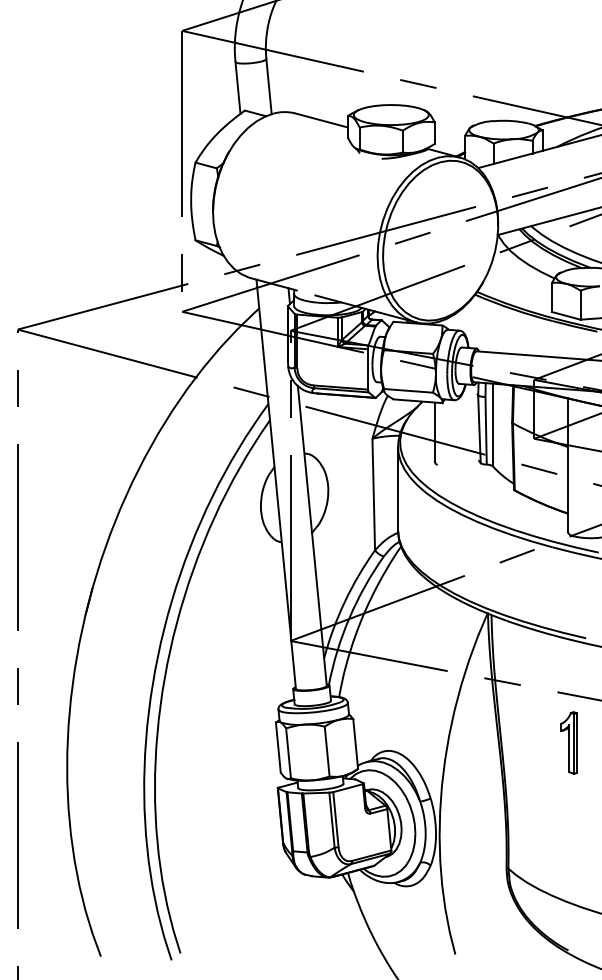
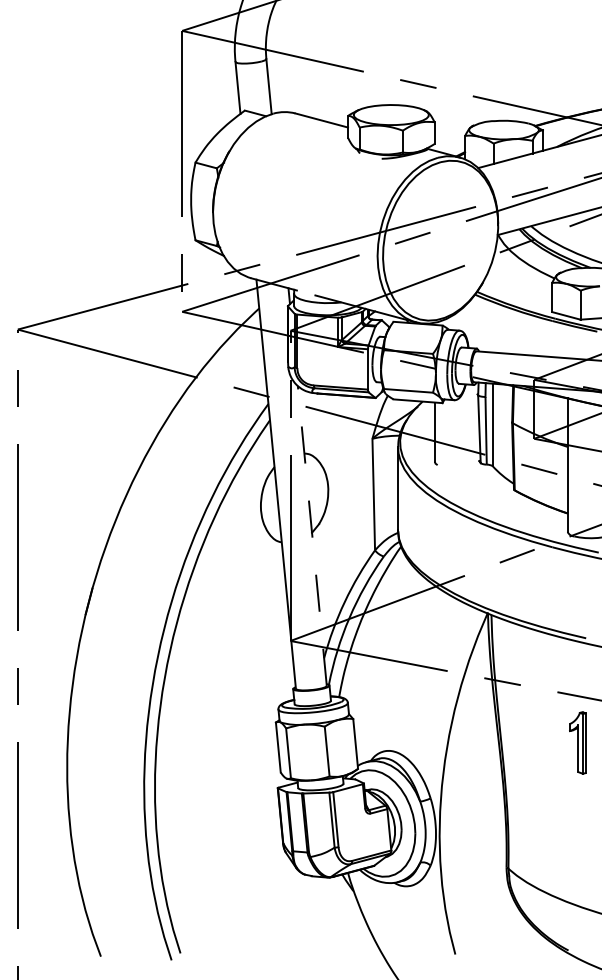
line at (312, 535): solid -> dashed
part at (568, 742) position: (568, 742) -> (577, 742)
